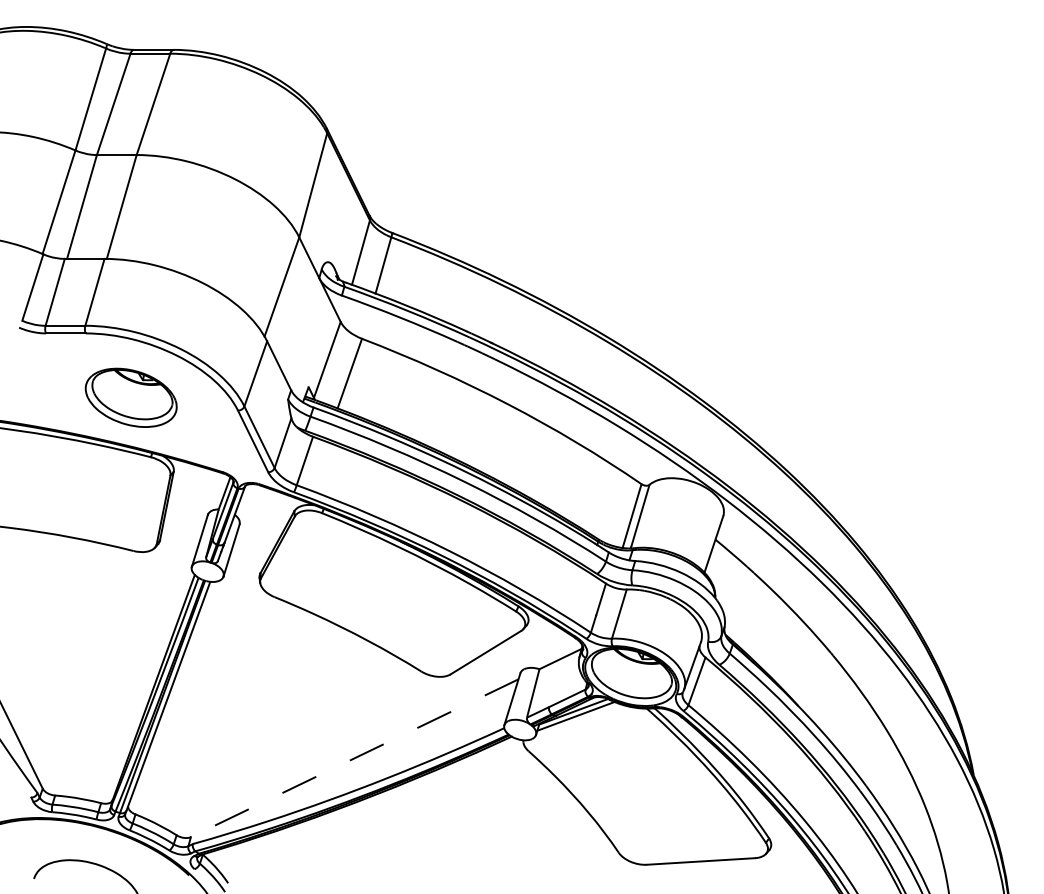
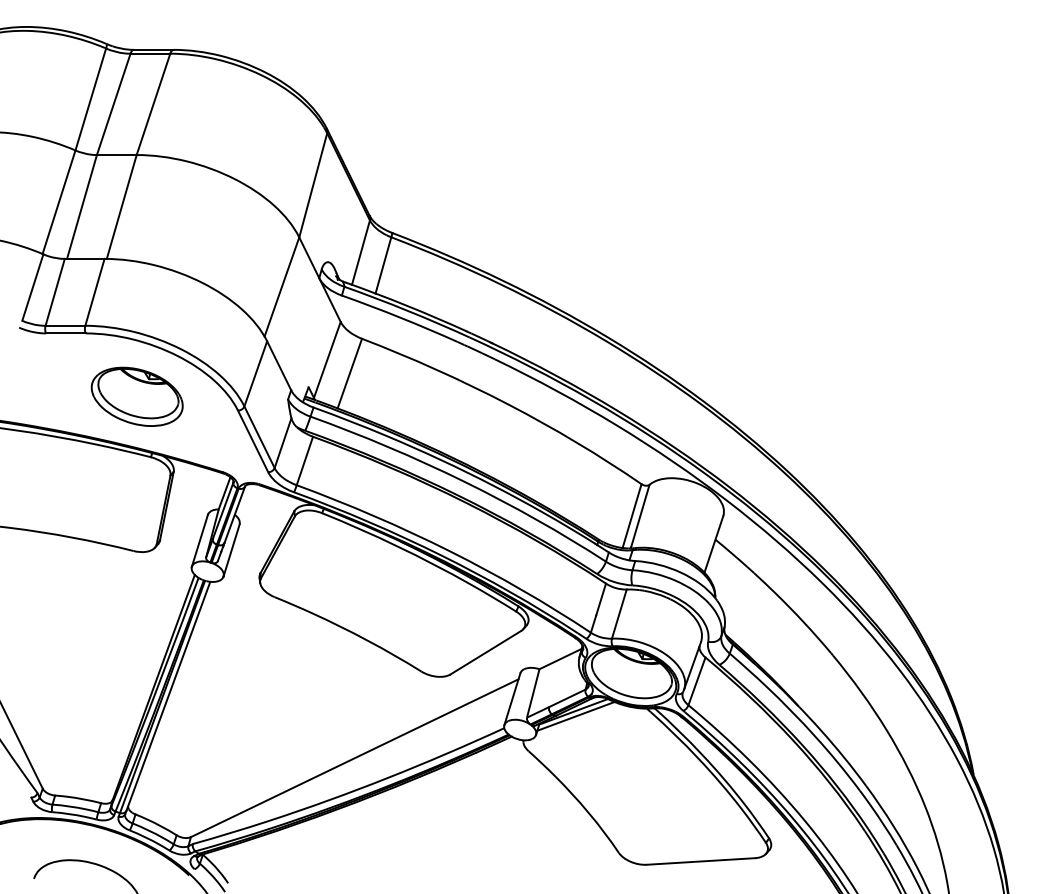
part at (130, 397) position: (130, 397) -> (136, 396)
line at (354, 758): dashed -> solid
